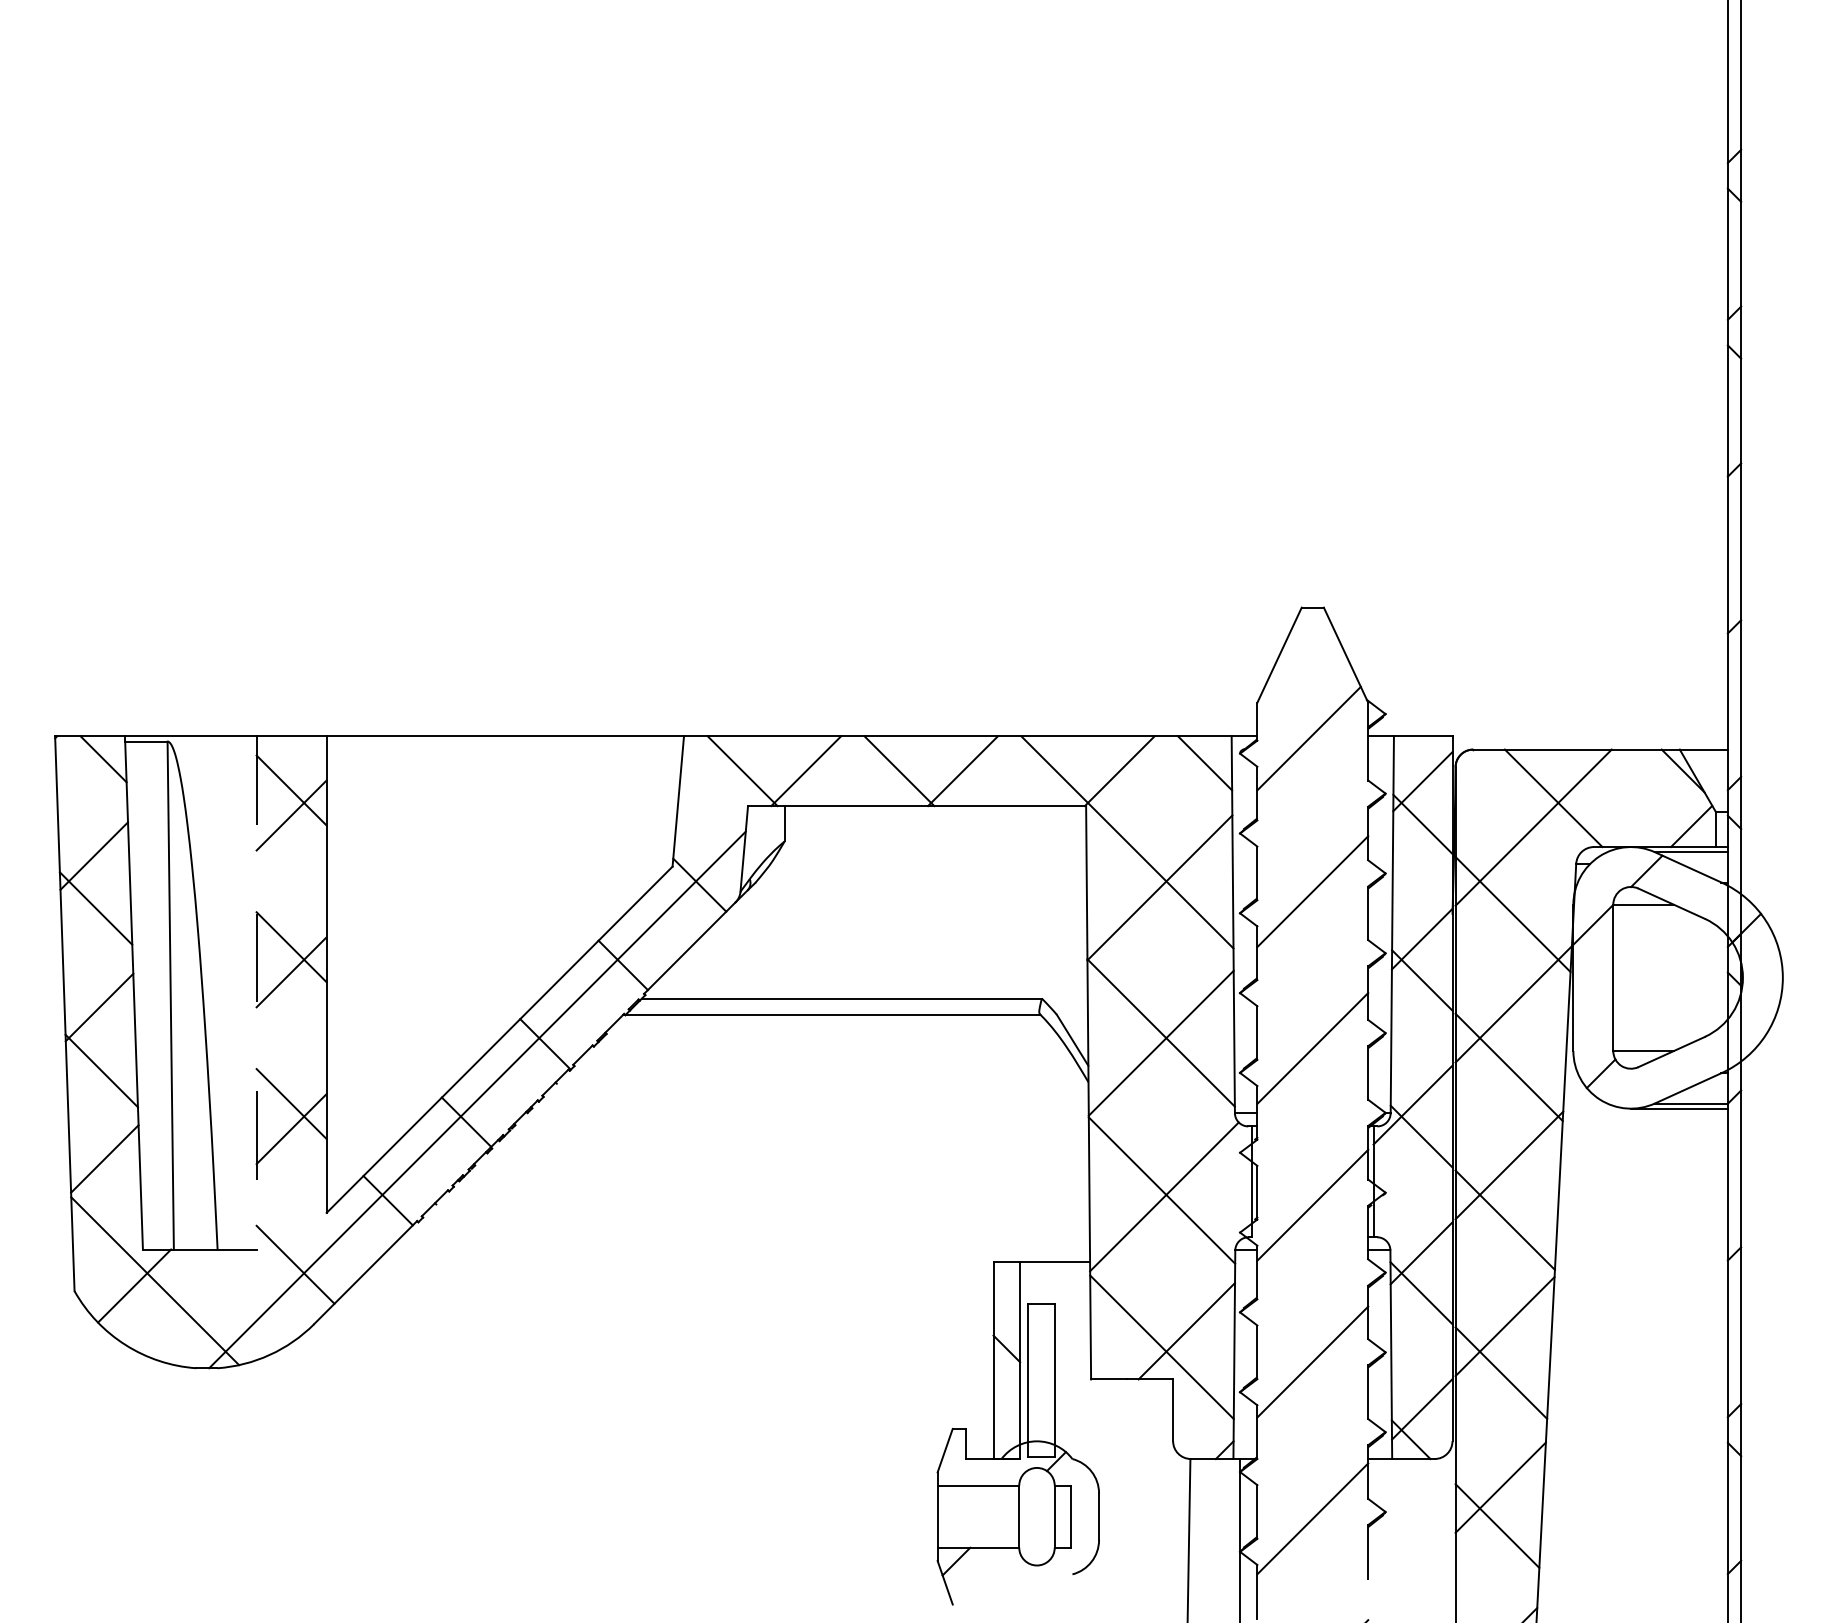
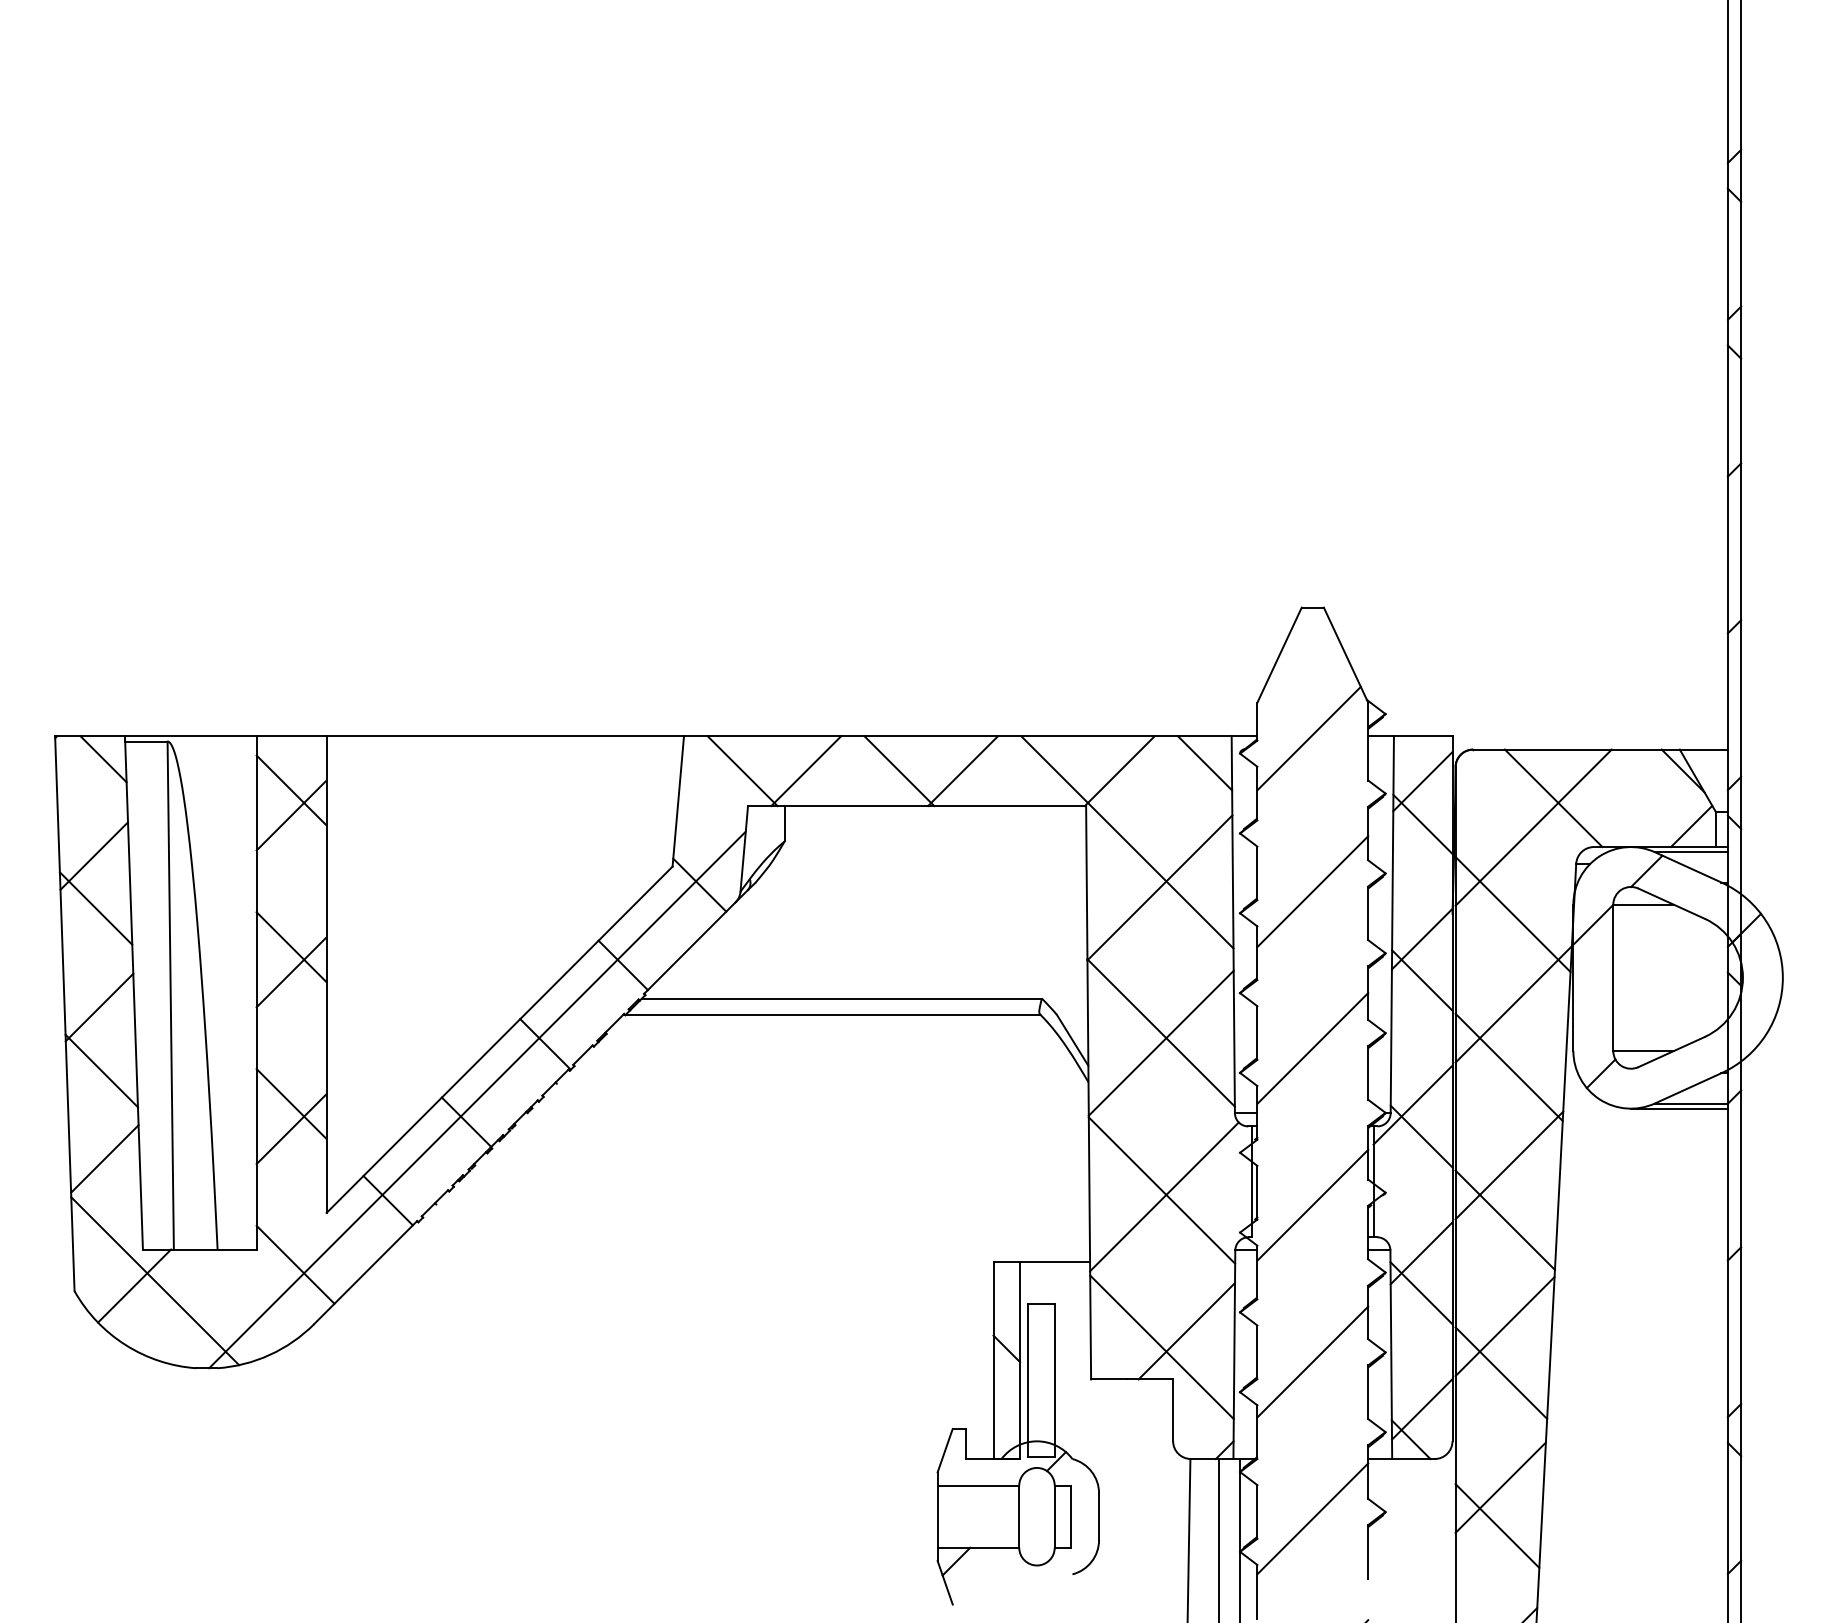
line at (256, 992): dashed -> solid
line at (1219, 1538): none -> present
